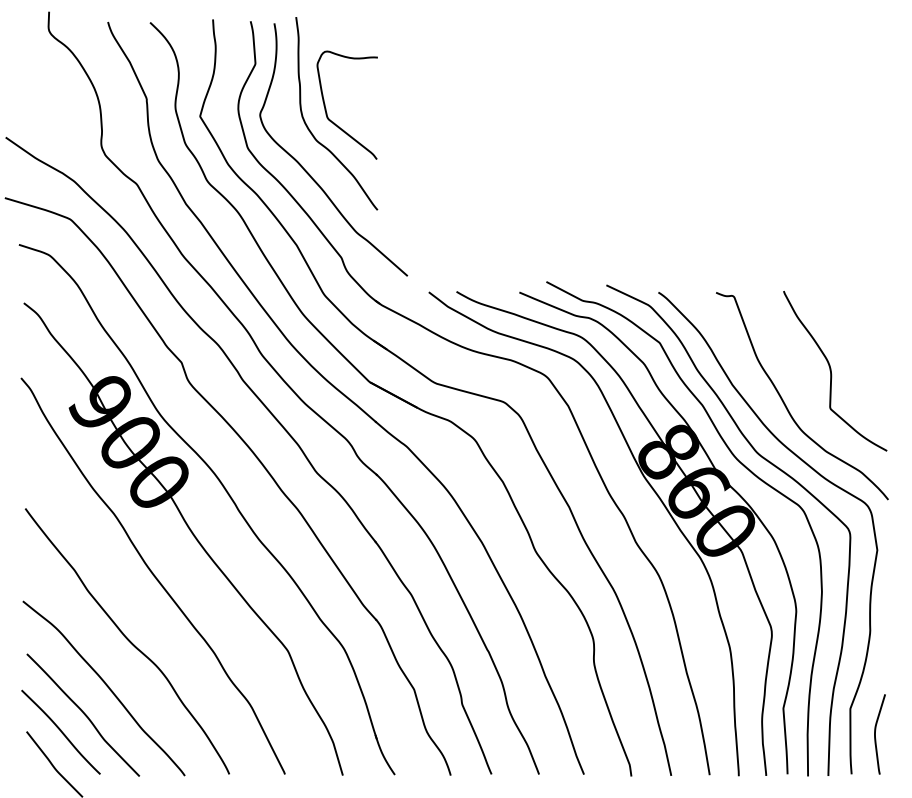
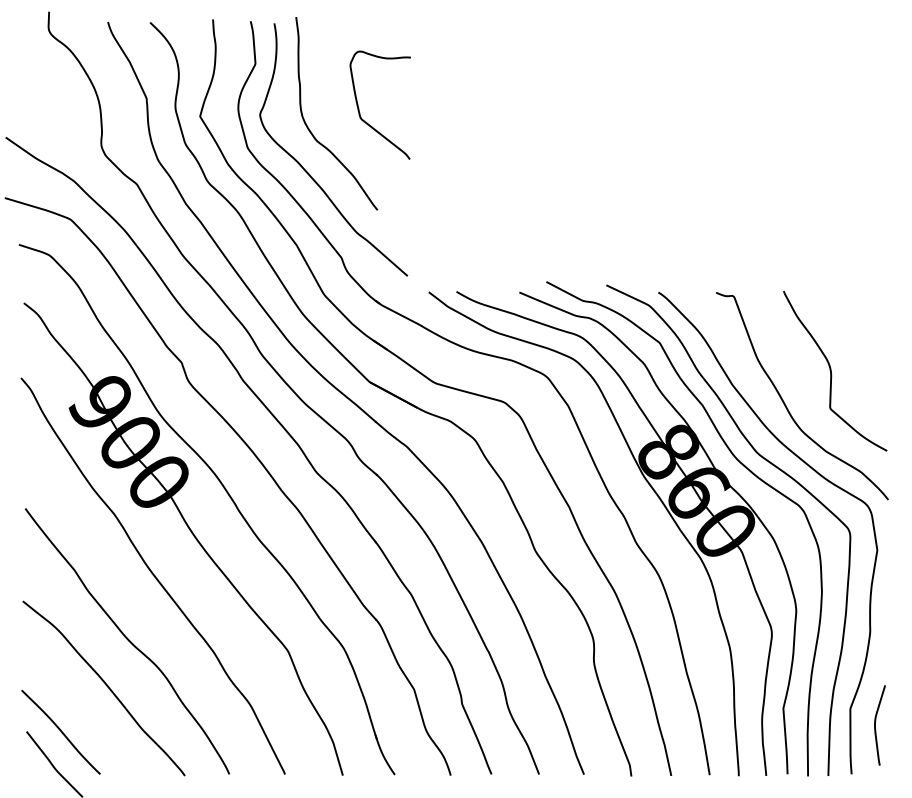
curve at (326, 108) position: (326, 108) -> (359, 108)
curve at (83, 714): present -> none
curve at (875, 734) position: (875, 734) -> (875, 725)
